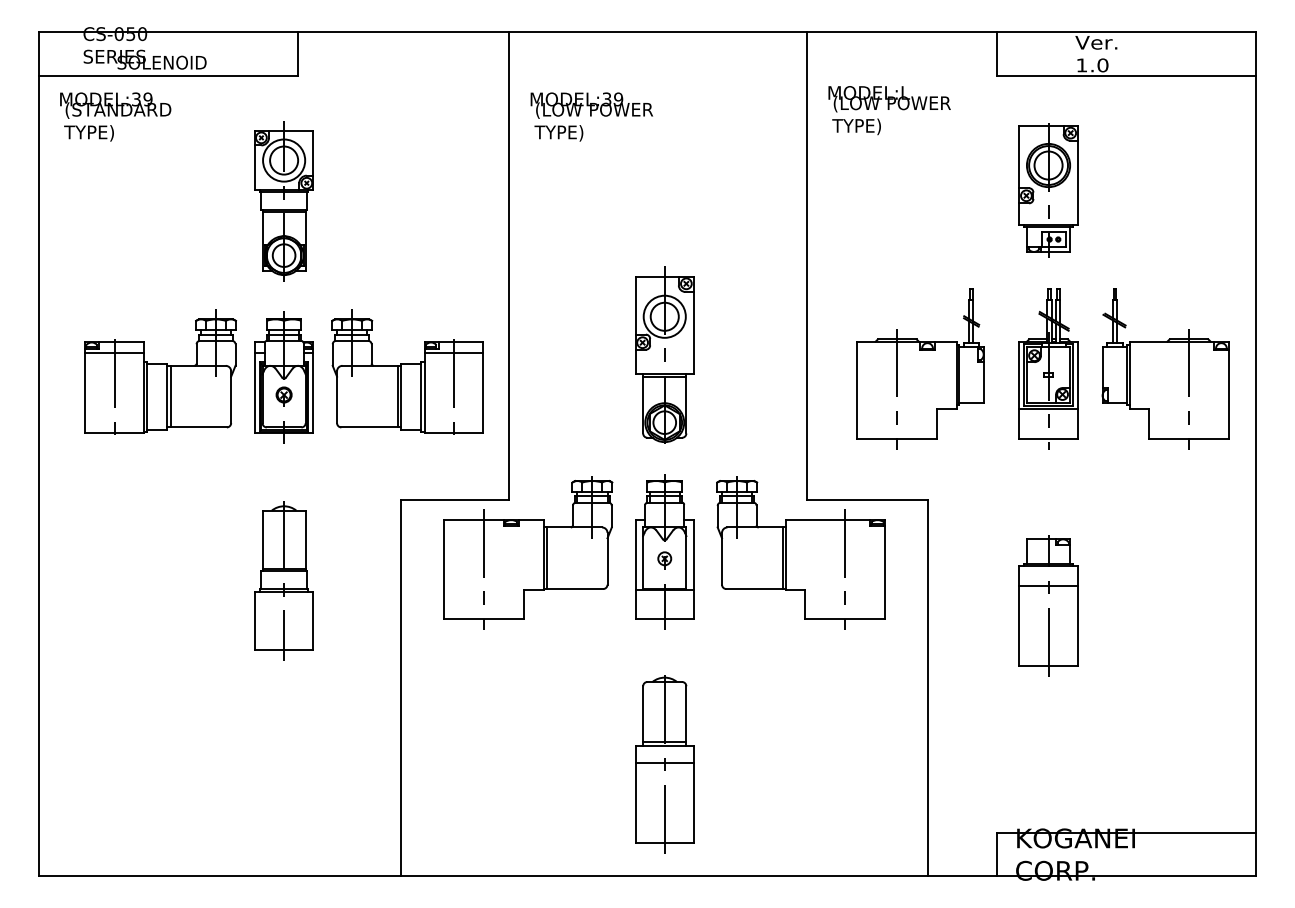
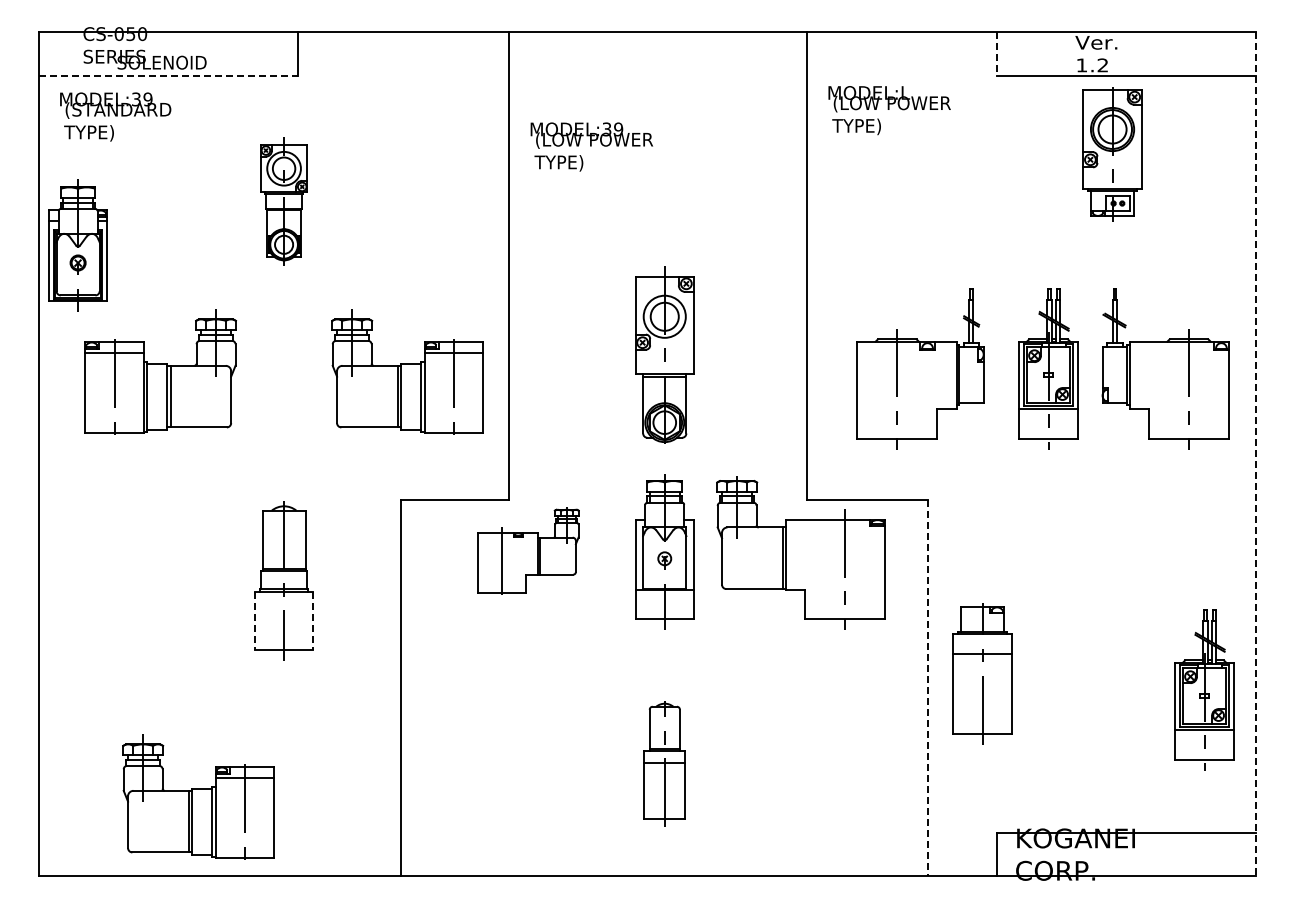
line at (996, 54): solid -> dashed
text at (1102, 65): 1.0 -> 1.2
line at (168, 75): solid -> dashed
text at (591, 116) position: (591, 116) -> (591, 146)
part at (1048, 190) position: (1048, 190) -> (1112, 154)
part at (283, 201) size: 60x161 px -> 48x129 px
part at (283, 377) position: (283, 377) -> (77, 245)
line at (1256, 454): solid -> dashed
part at (528, 552) size: 171x154 px -> 103x88 px
part at (1048, 605) position: (1048, 605) -> (982, 673)
line at (254, 621): solid -> dashed
line at (313, 621): solid -> dashed
line at (928, 688): solid -> dashed
part at (1204, 689): none -> present
part at (664, 764) size: 60x179 px -> 43x126 px
part at (198, 796): none -> present
